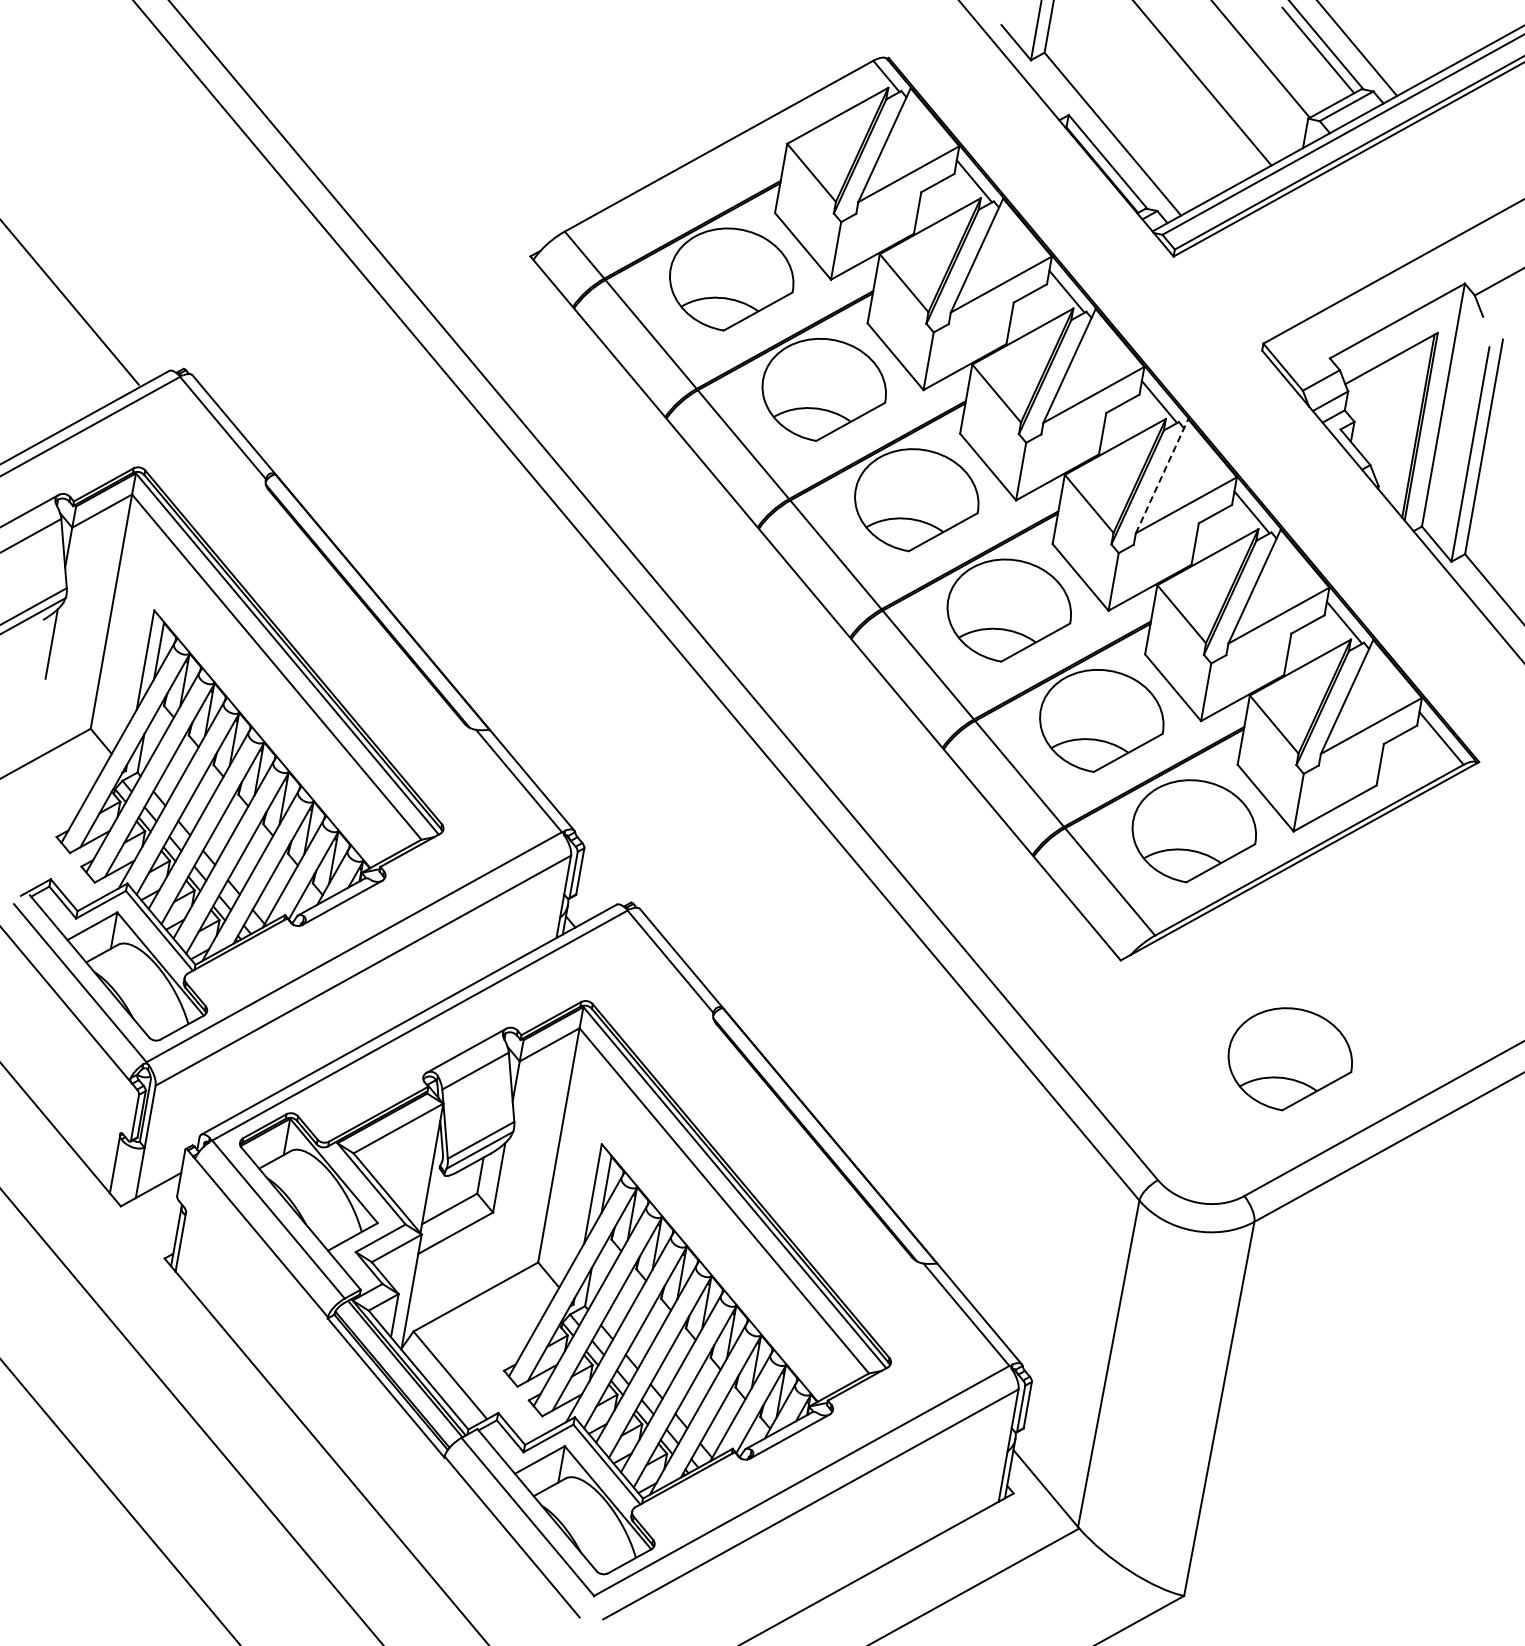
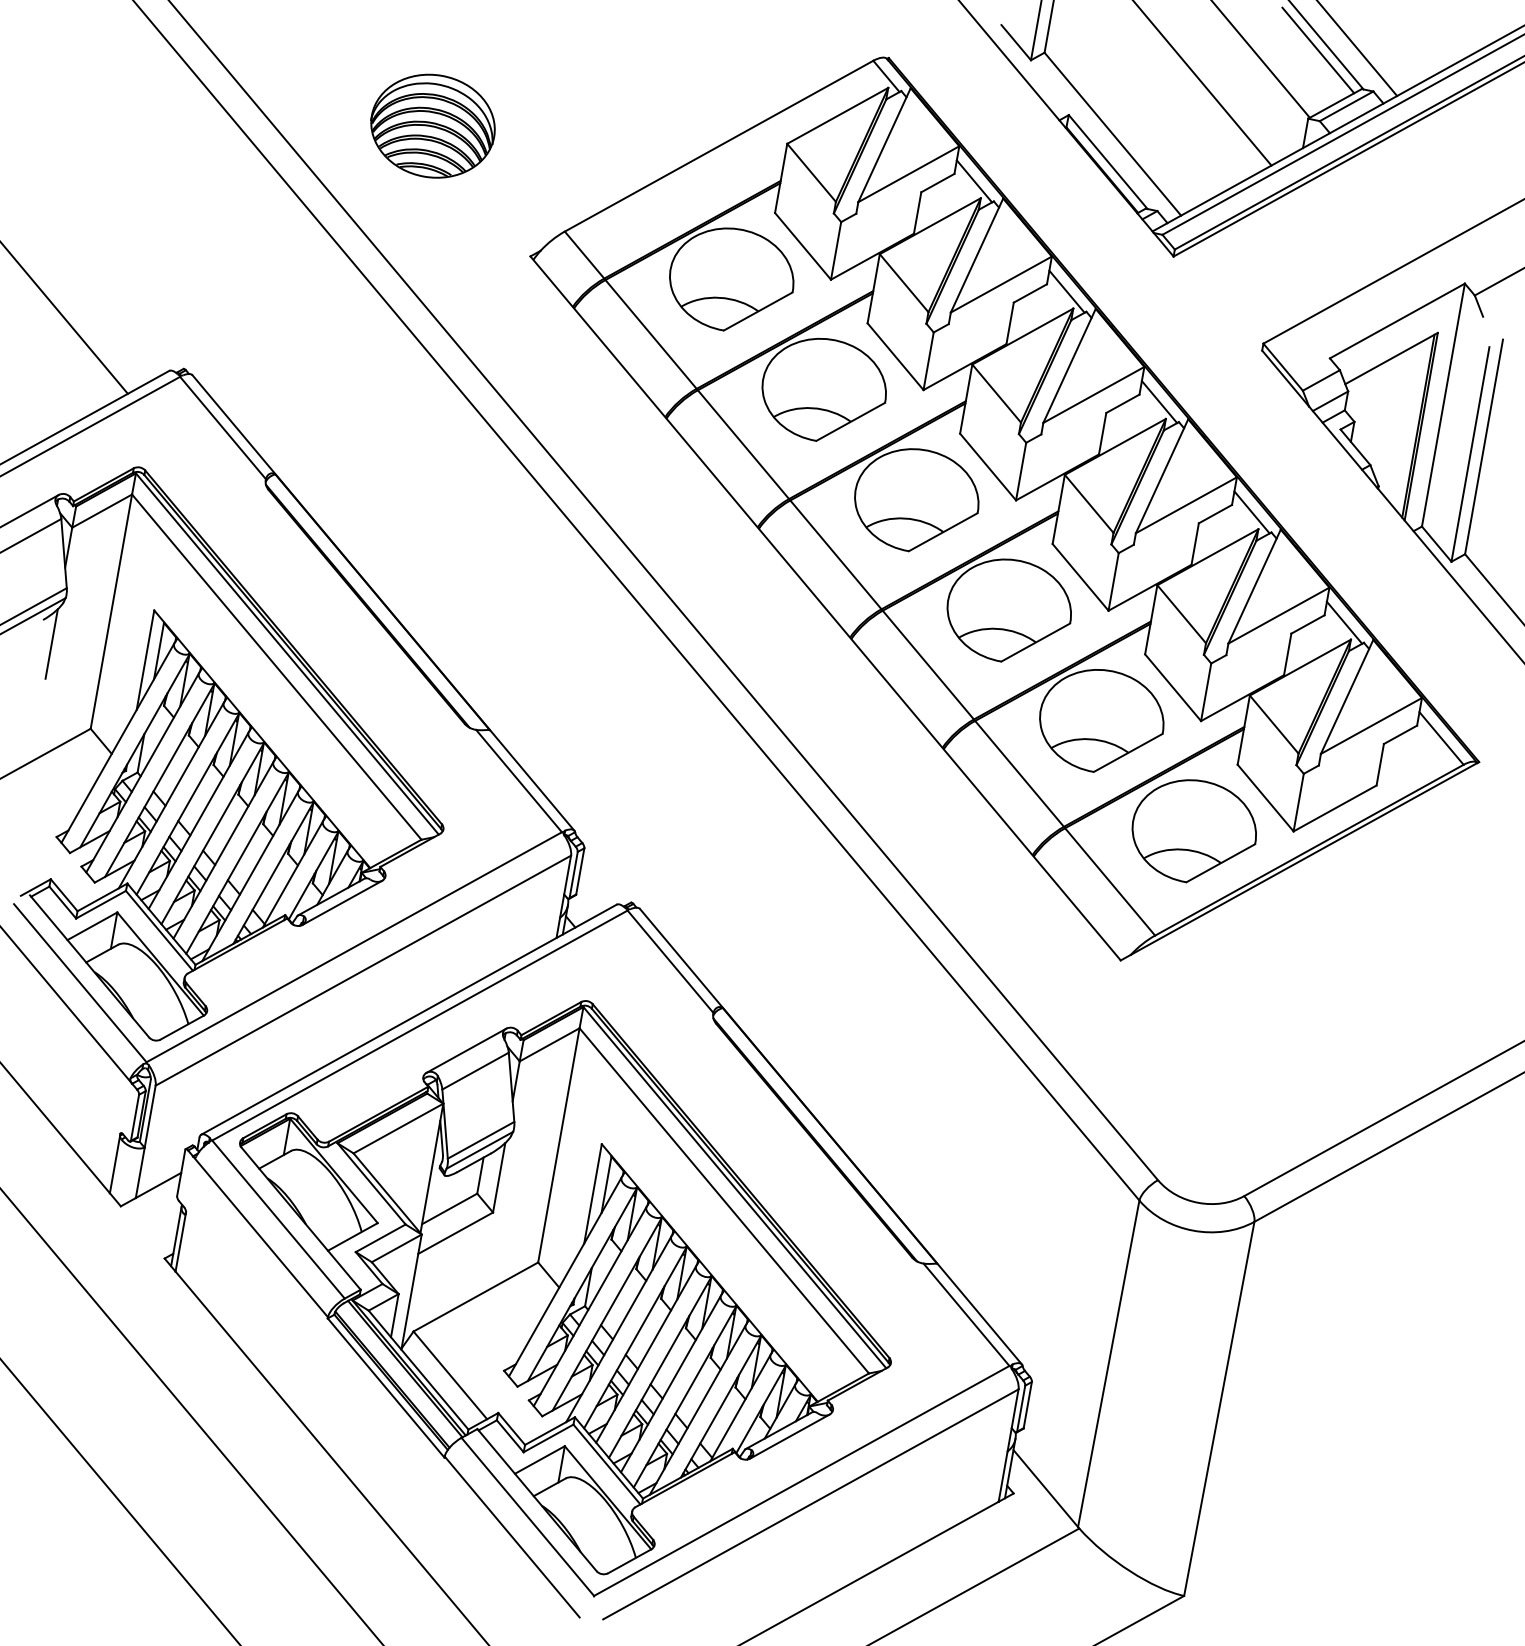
part at (432, 125): none -> present
line at (70, 302) position: (70, 302) -> (64, 318)
line at (1162, 476): dashed -> solid
part at (1289, 1059): present -> none
